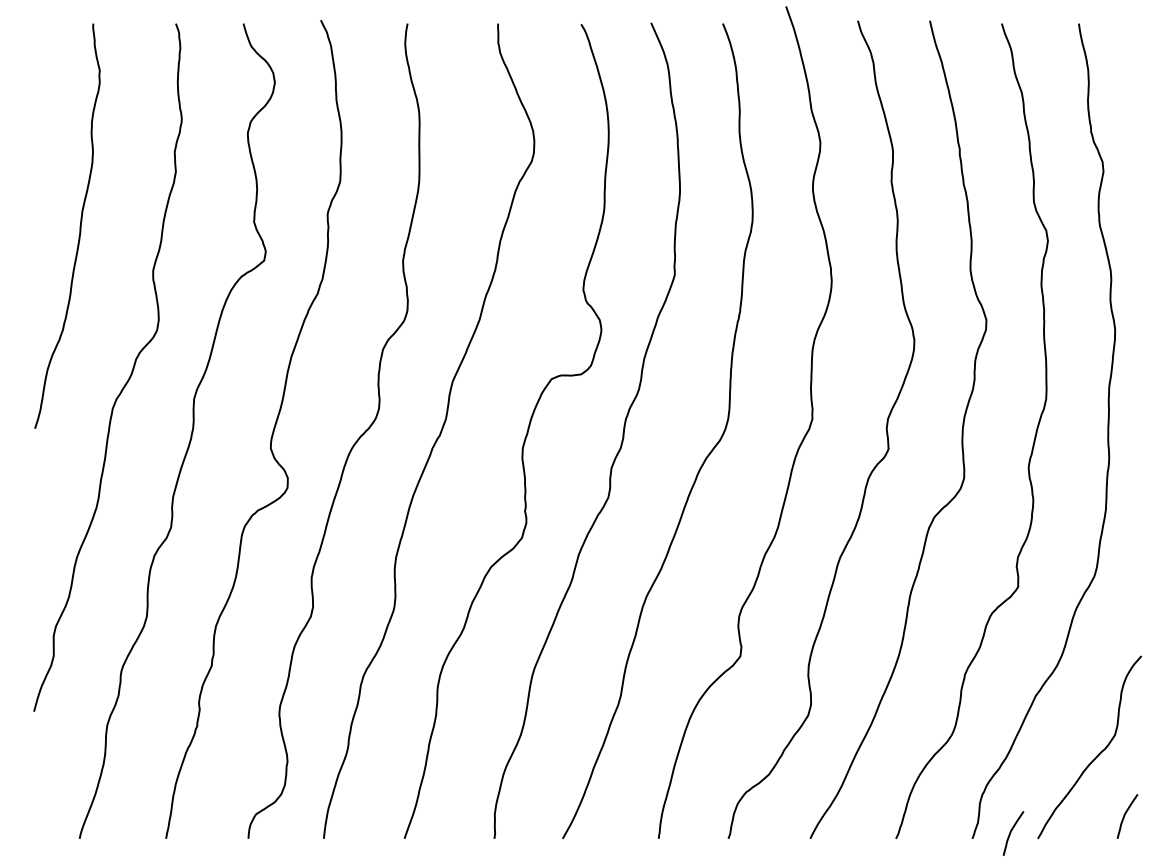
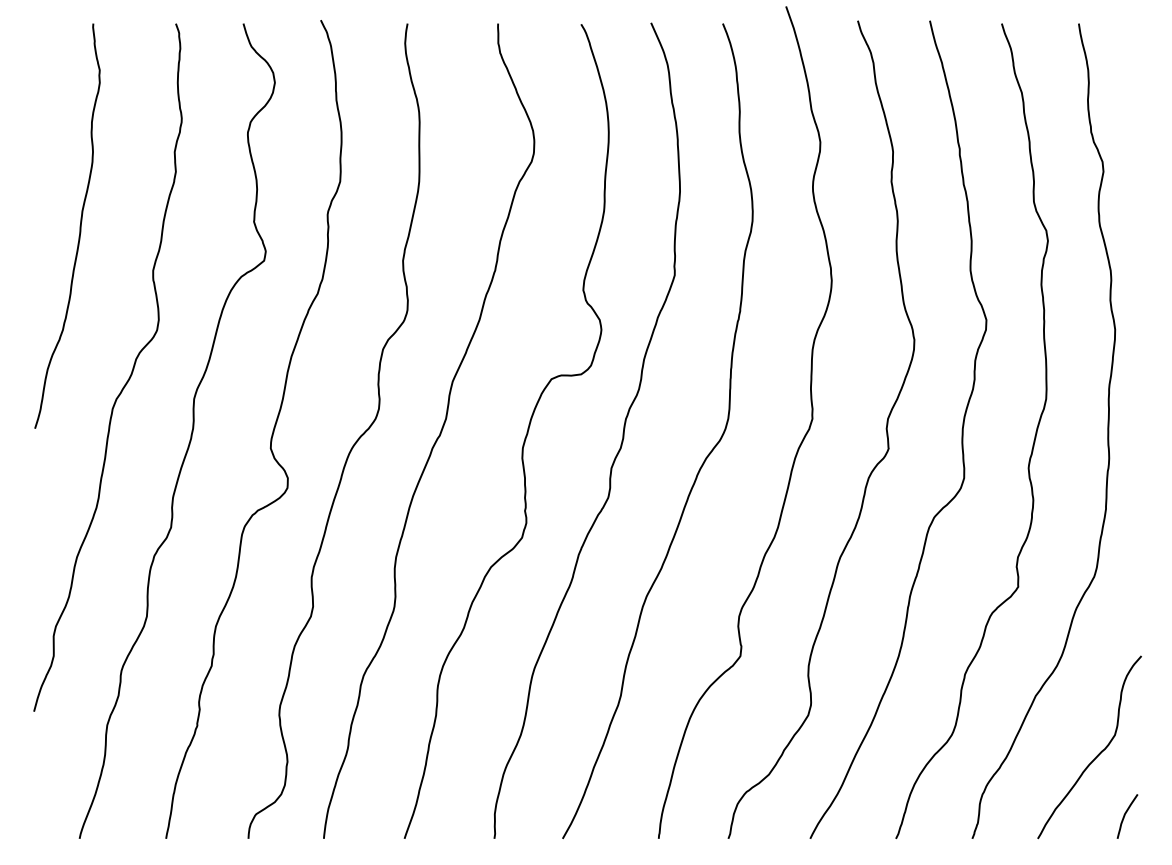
curve at (1011, 833): present -> none
